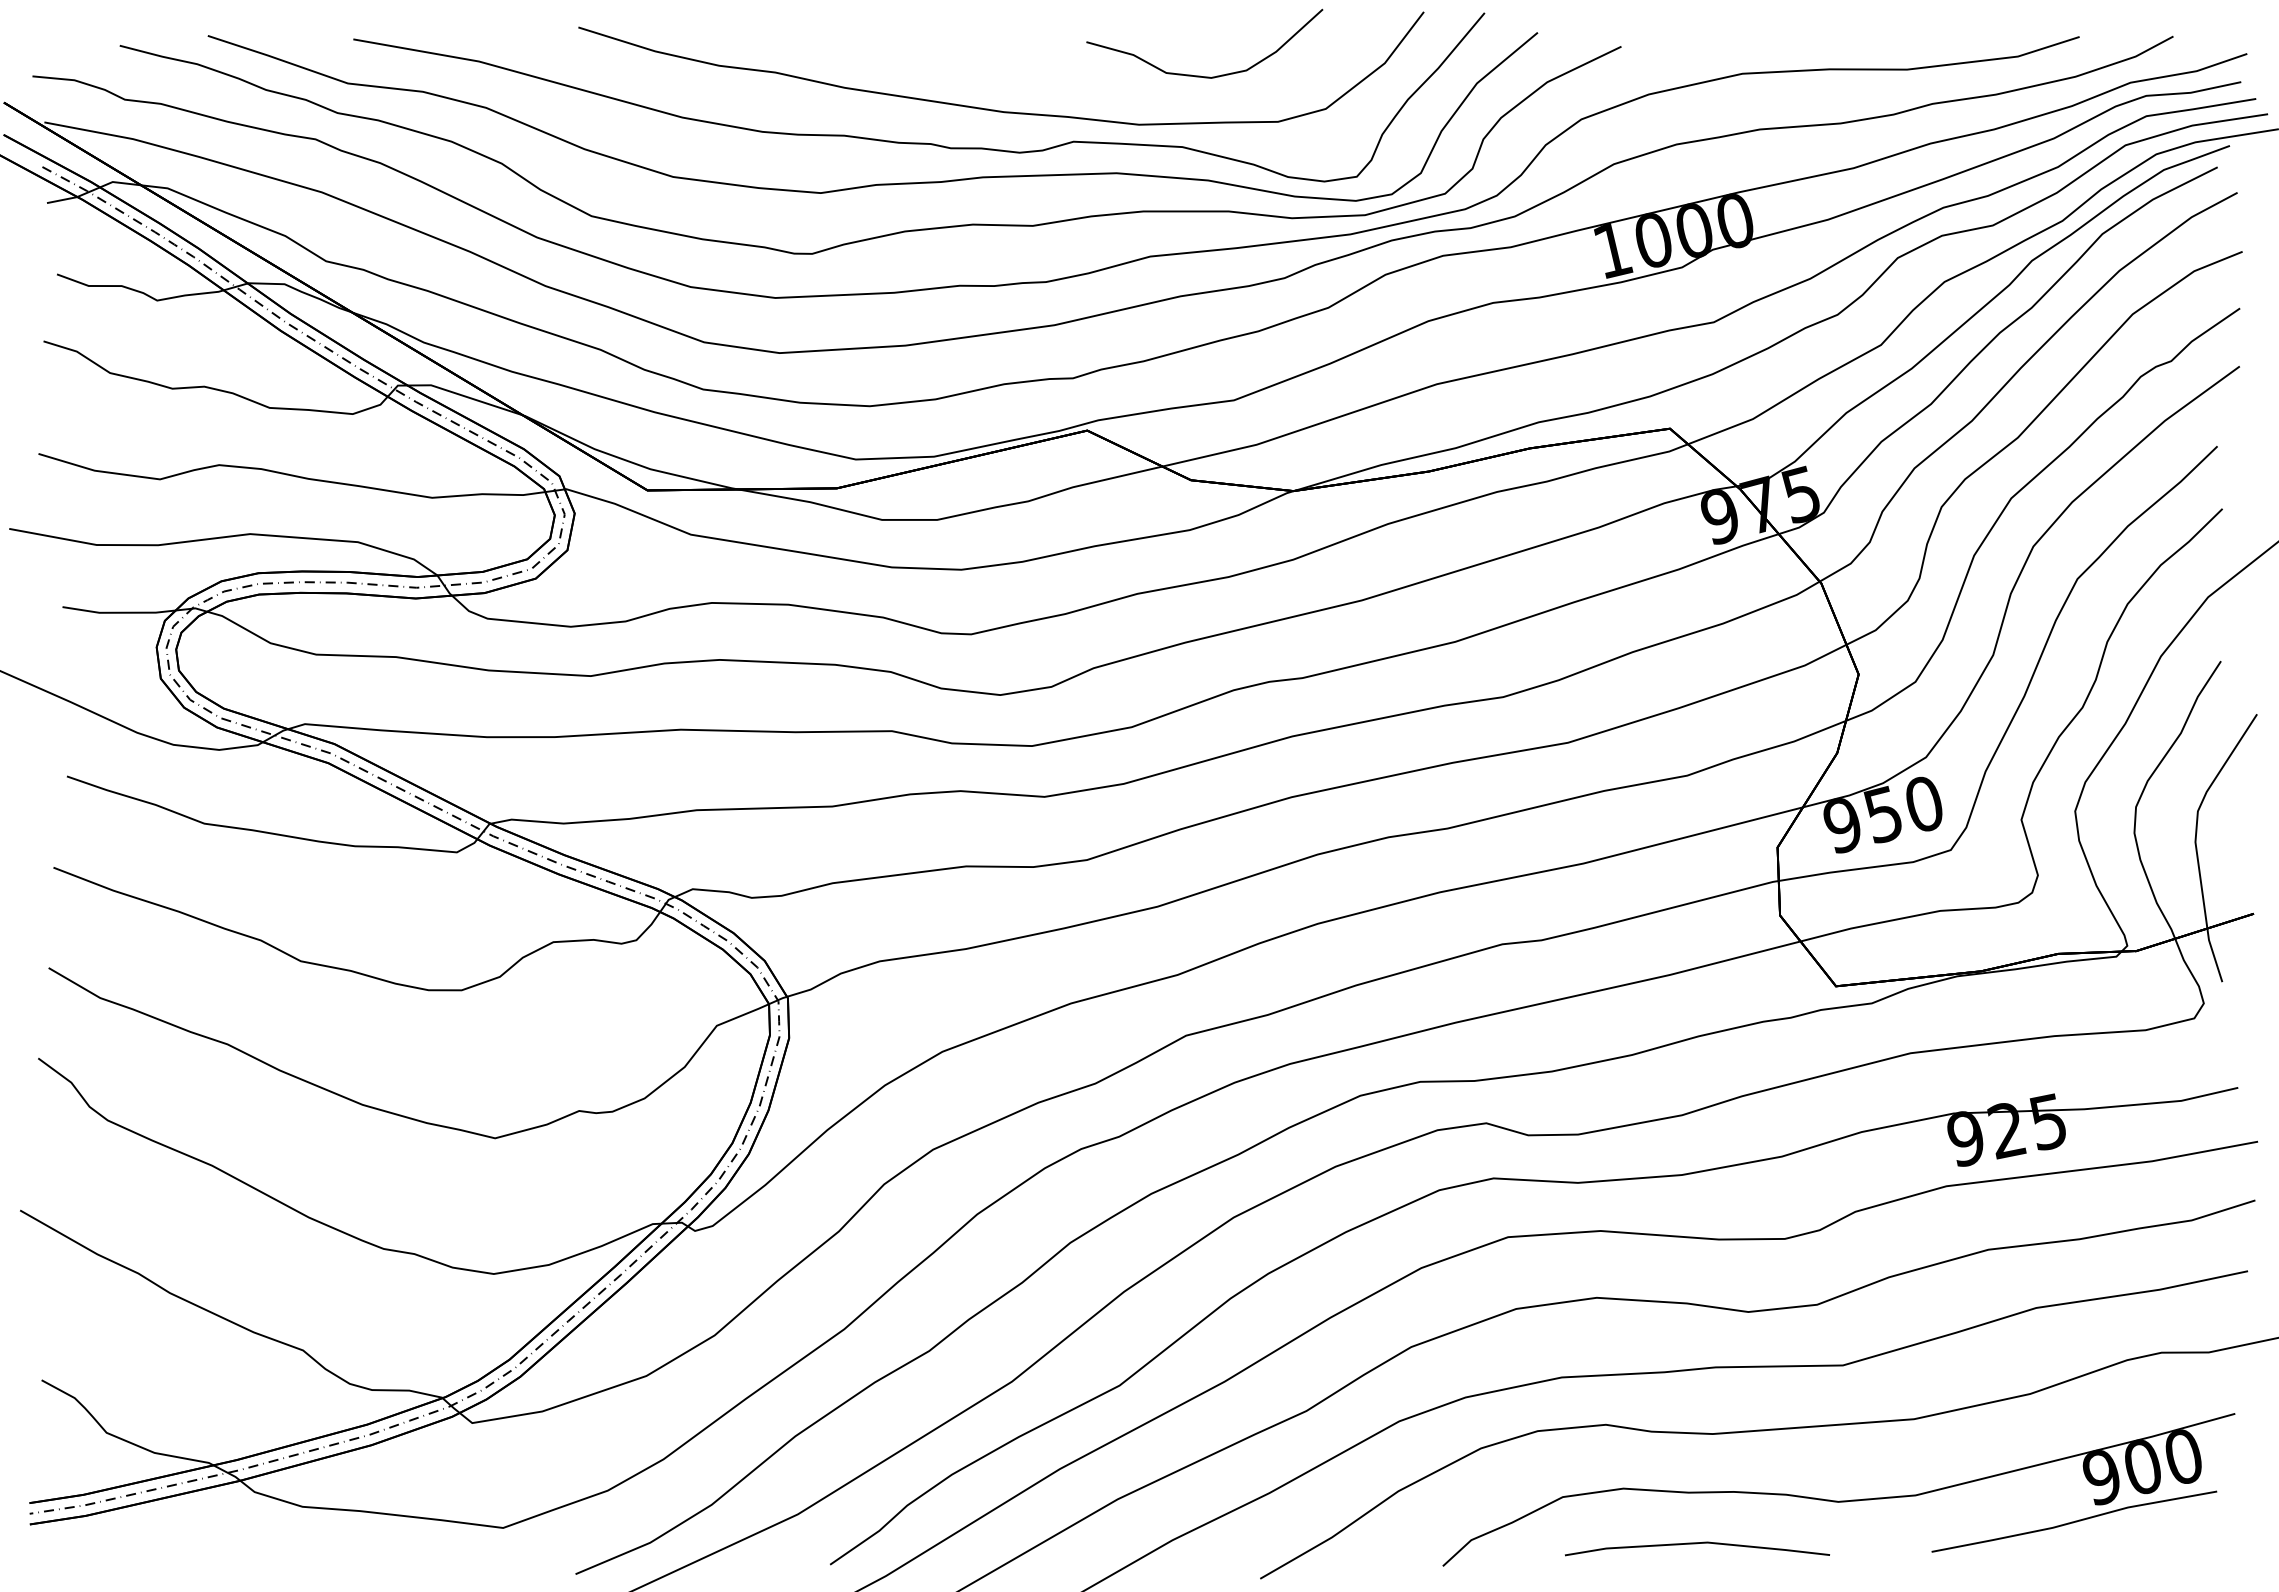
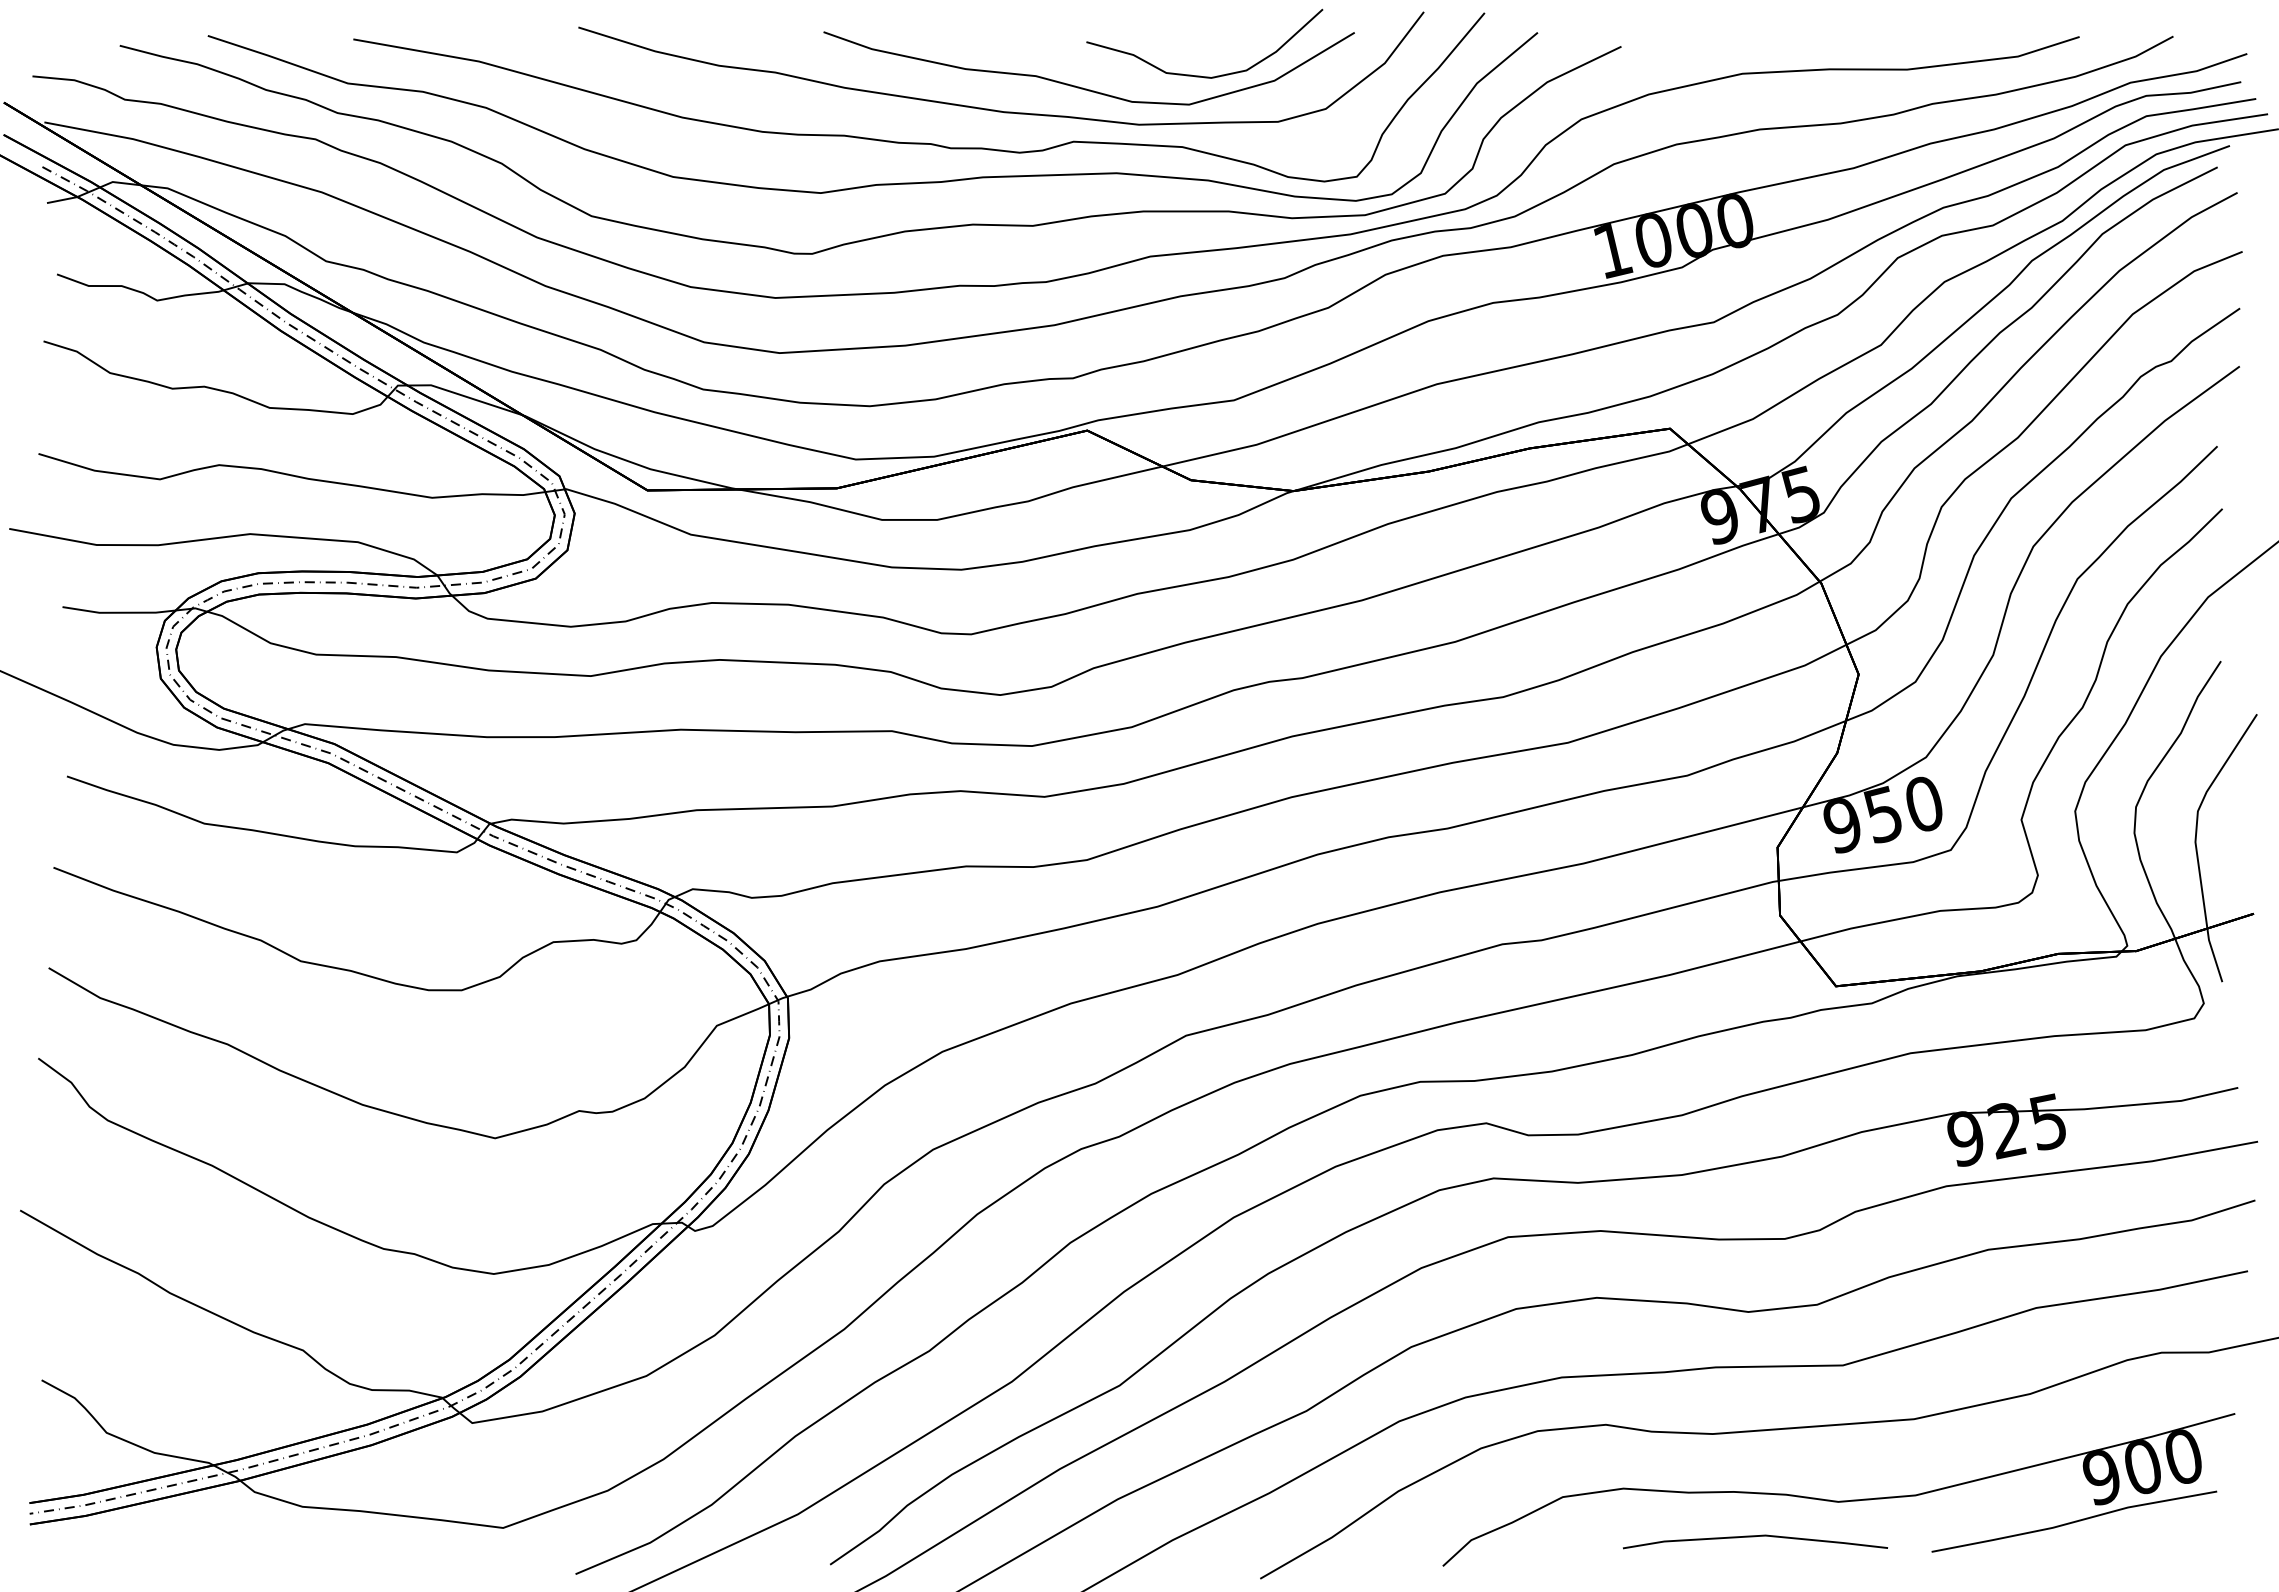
curve at (1083, 87): none -> present
line at (1697, 1544) position: (1697, 1544) -> (1755, 1537)
